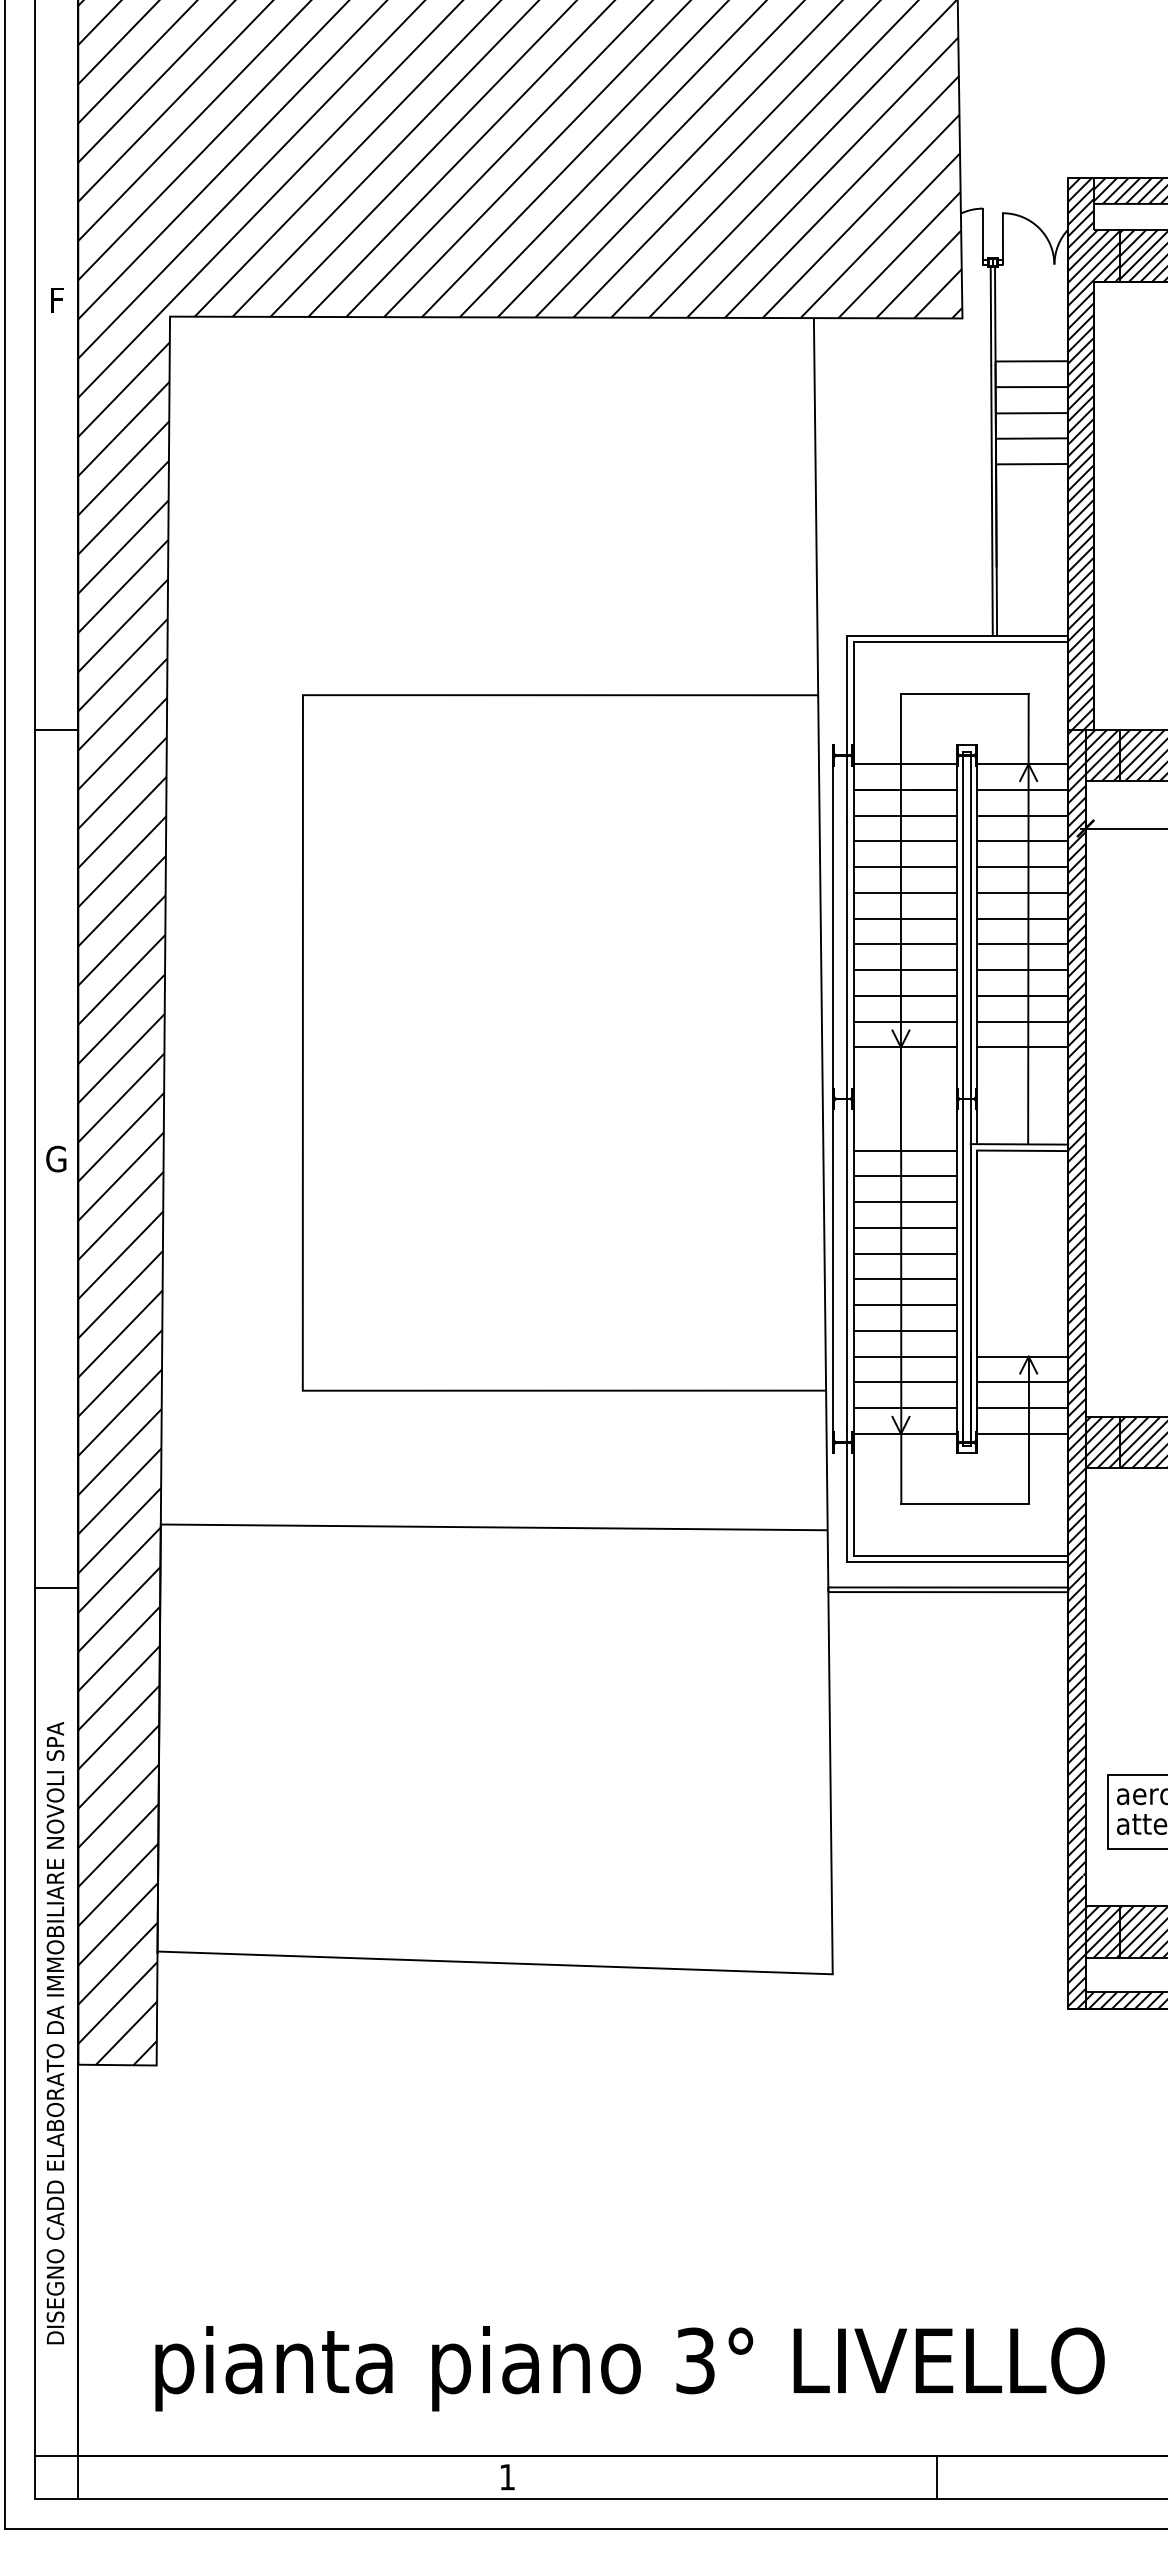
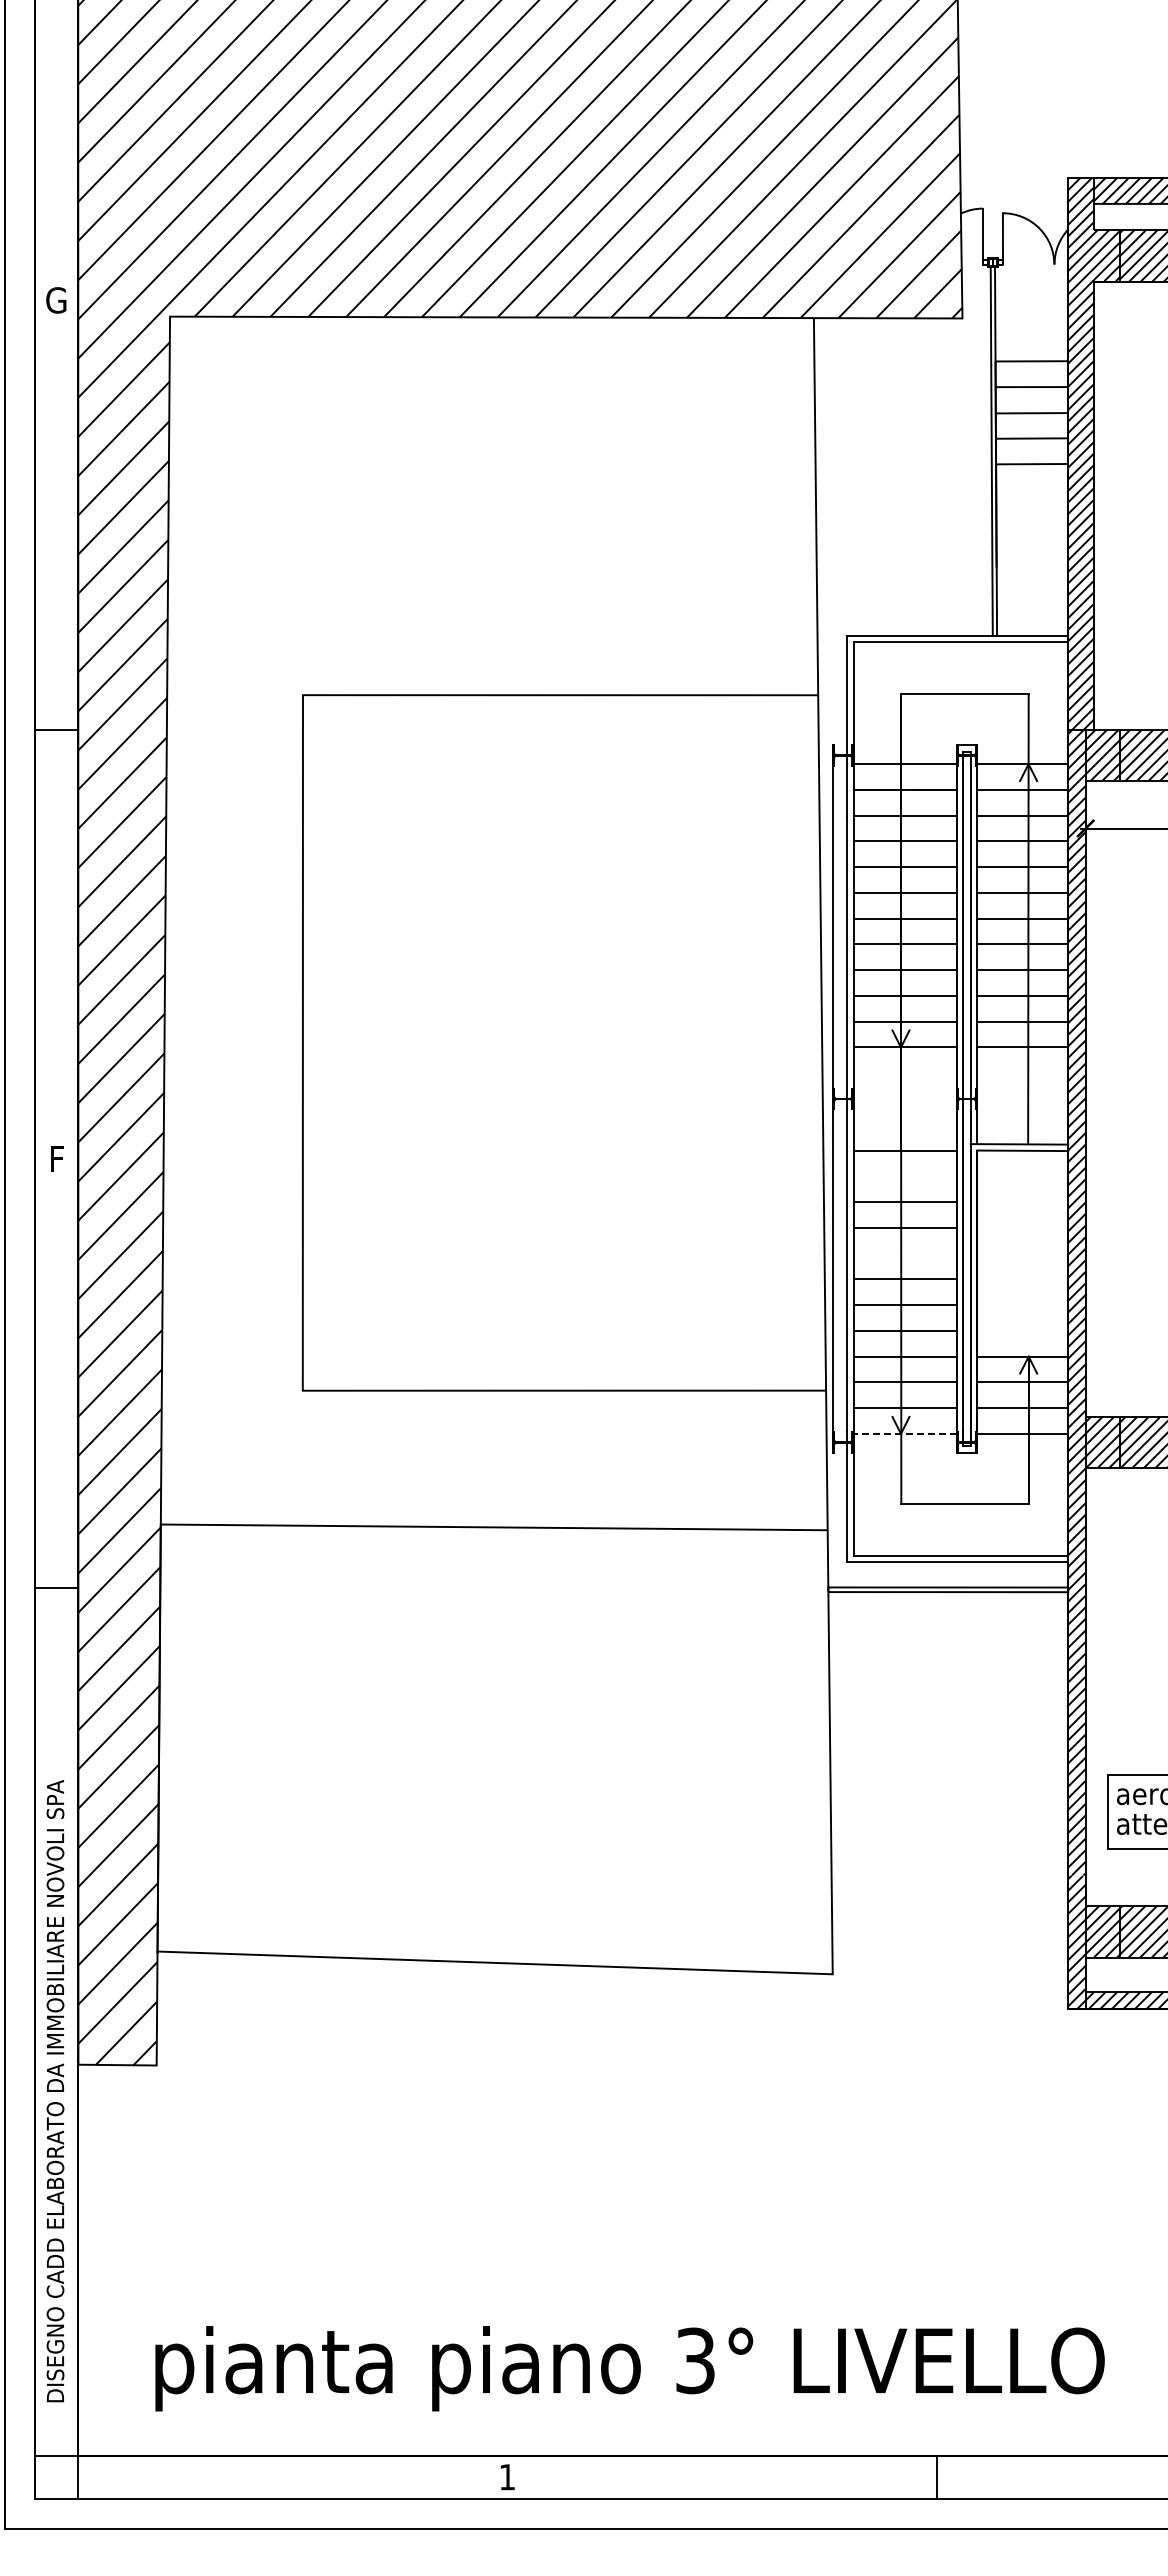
text at (56, 300): F -> G
text at (56, 1158): G -> F
line at (904, 1176): present -> none
line at (904, 1253): present -> none
line at (905, 1433): solid -> dashed
text at (55, 2033) position: (55, 2033) -> (55, 2091)
